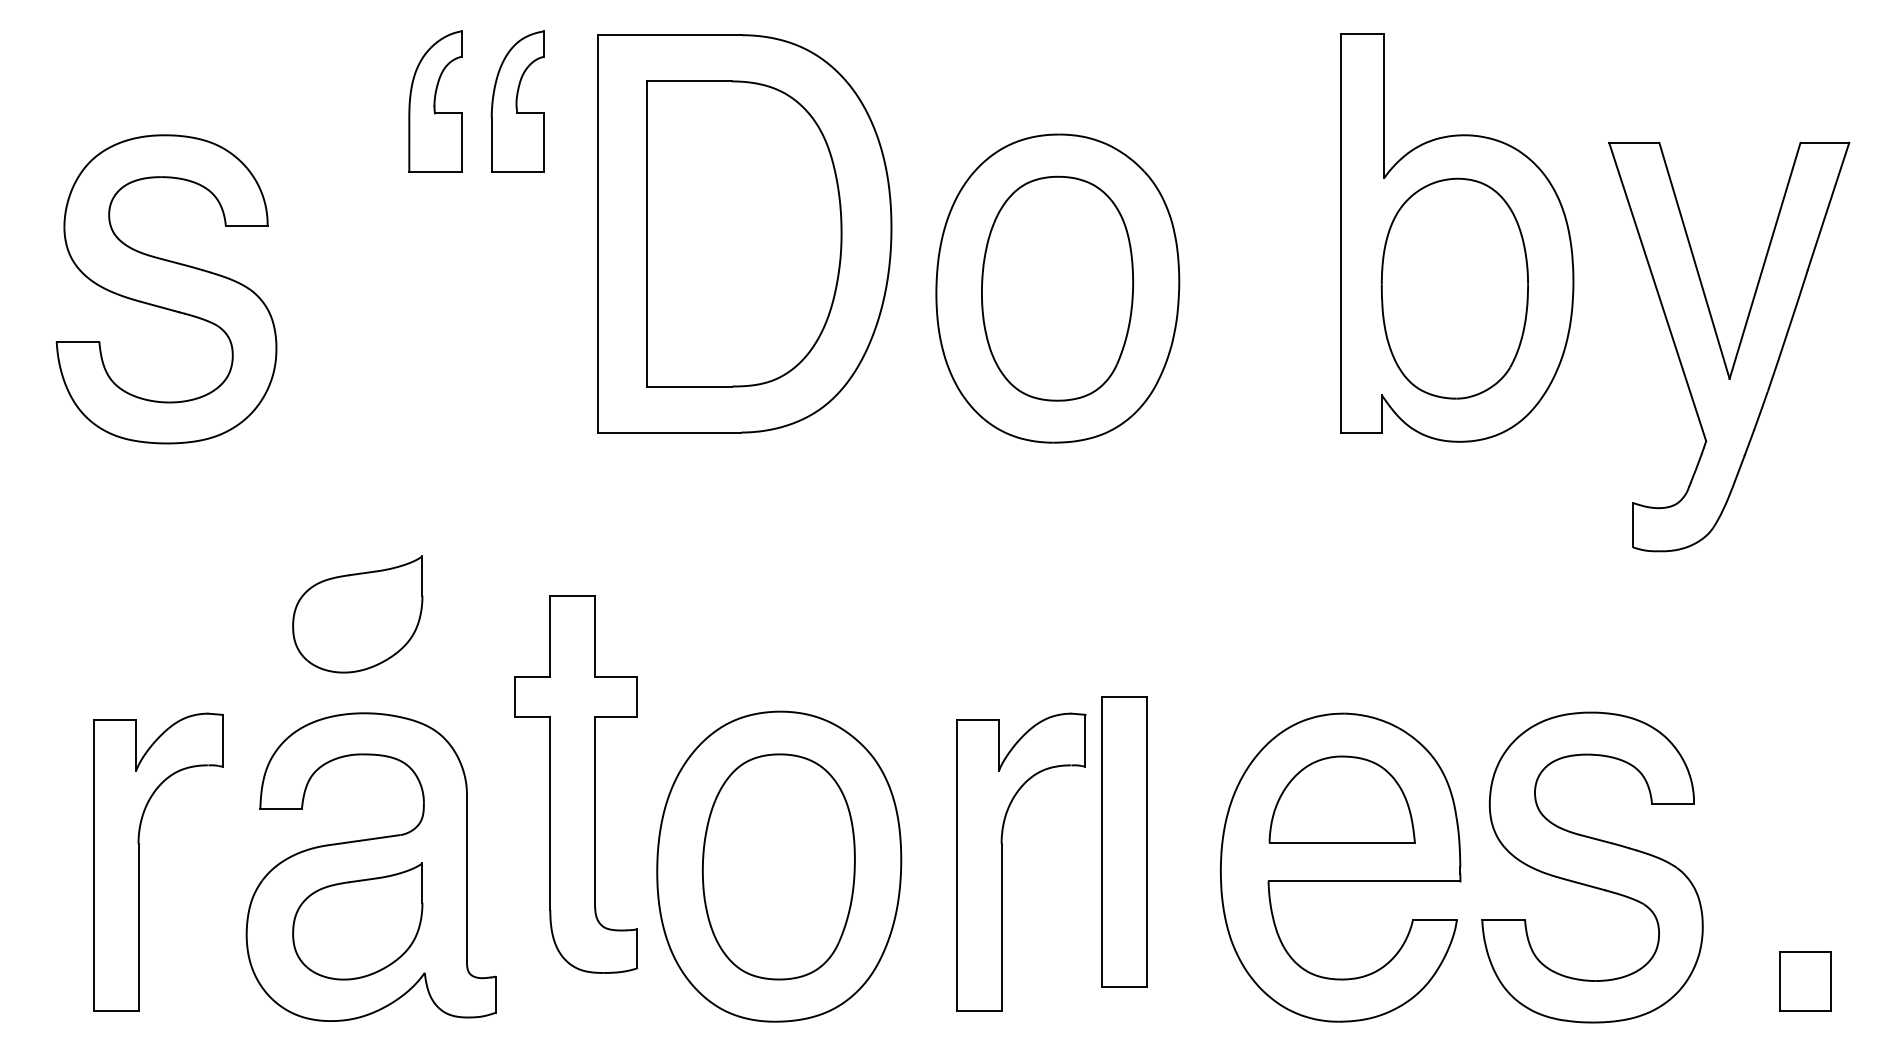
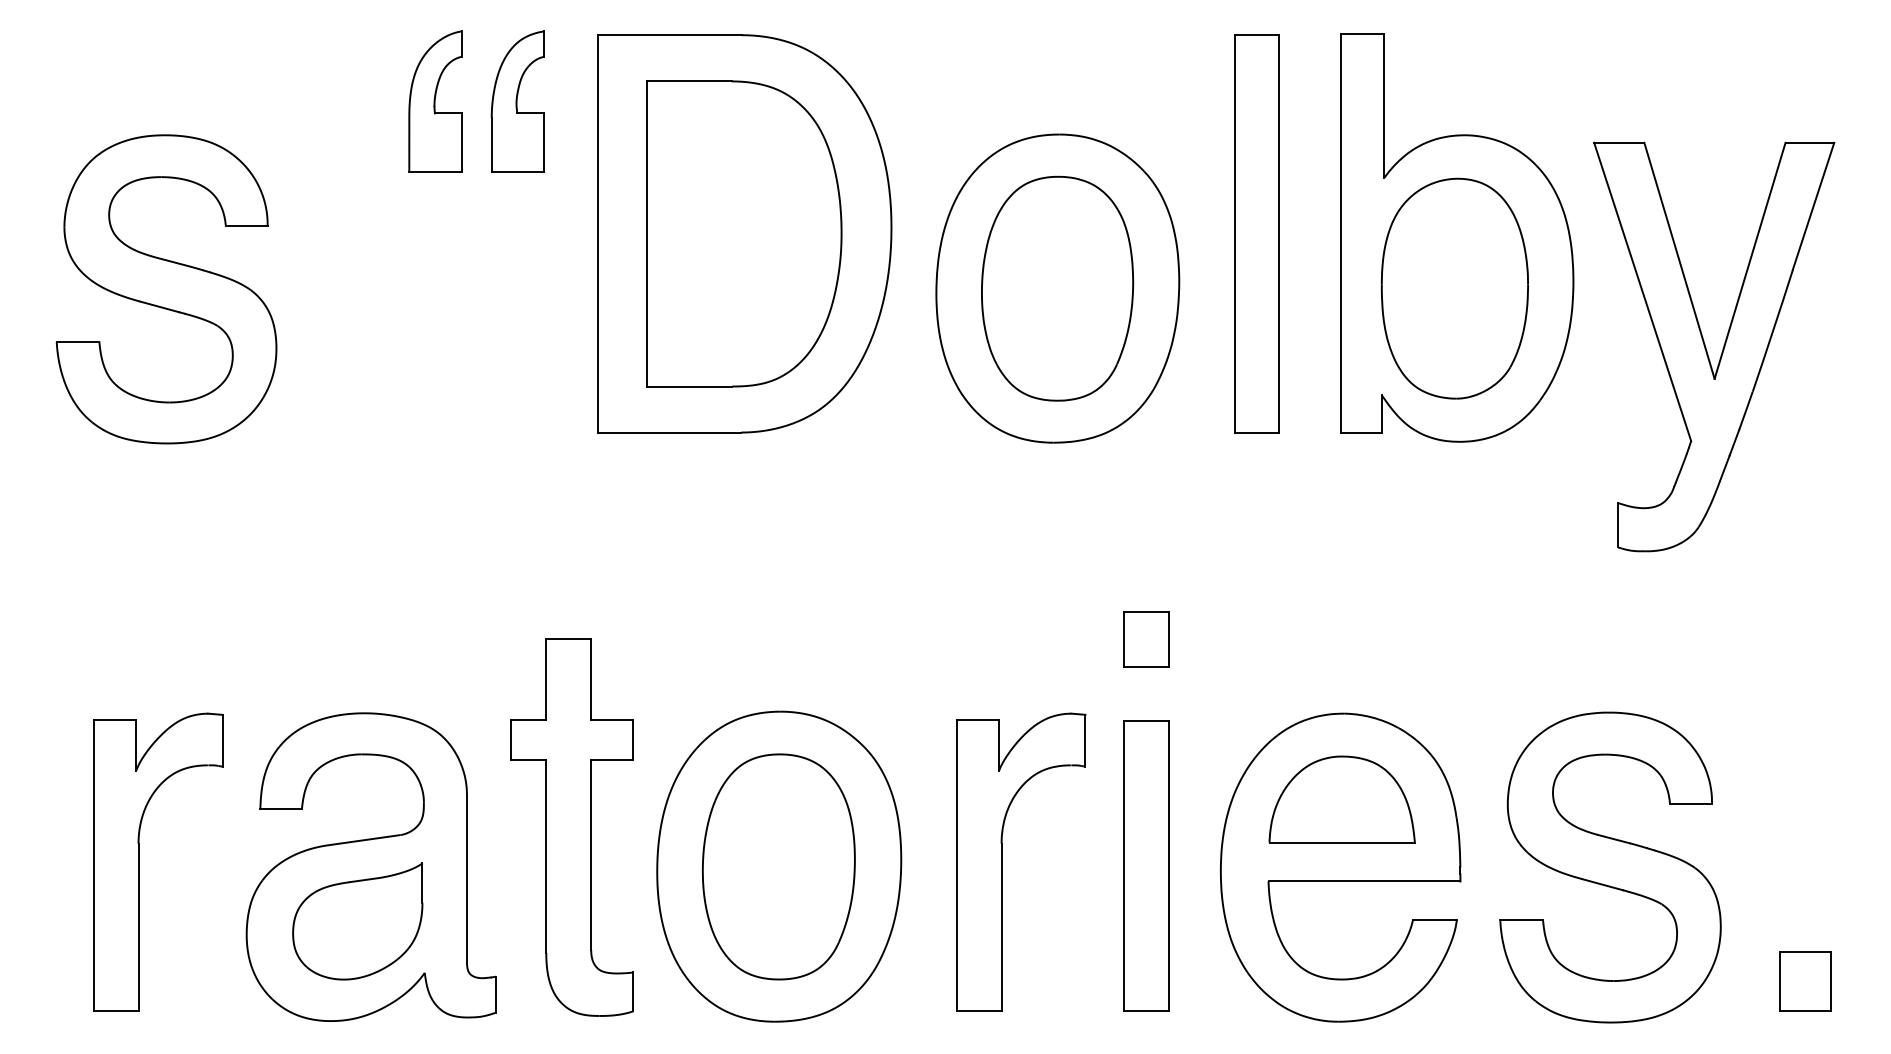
part at (1256, 233): none -> present
part at (1721, 347) position: (1721, 347) -> (1706, 347)
part at (357, 614): present -> none
part at (1146, 639): none -> present
part at (575, 784) position: (575, 784) -> (571, 827)
part at (1124, 841) position: (1124, 841) -> (1146, 865)
part at (1592, 867) position: (1592, 867) -> (1610, 867)
